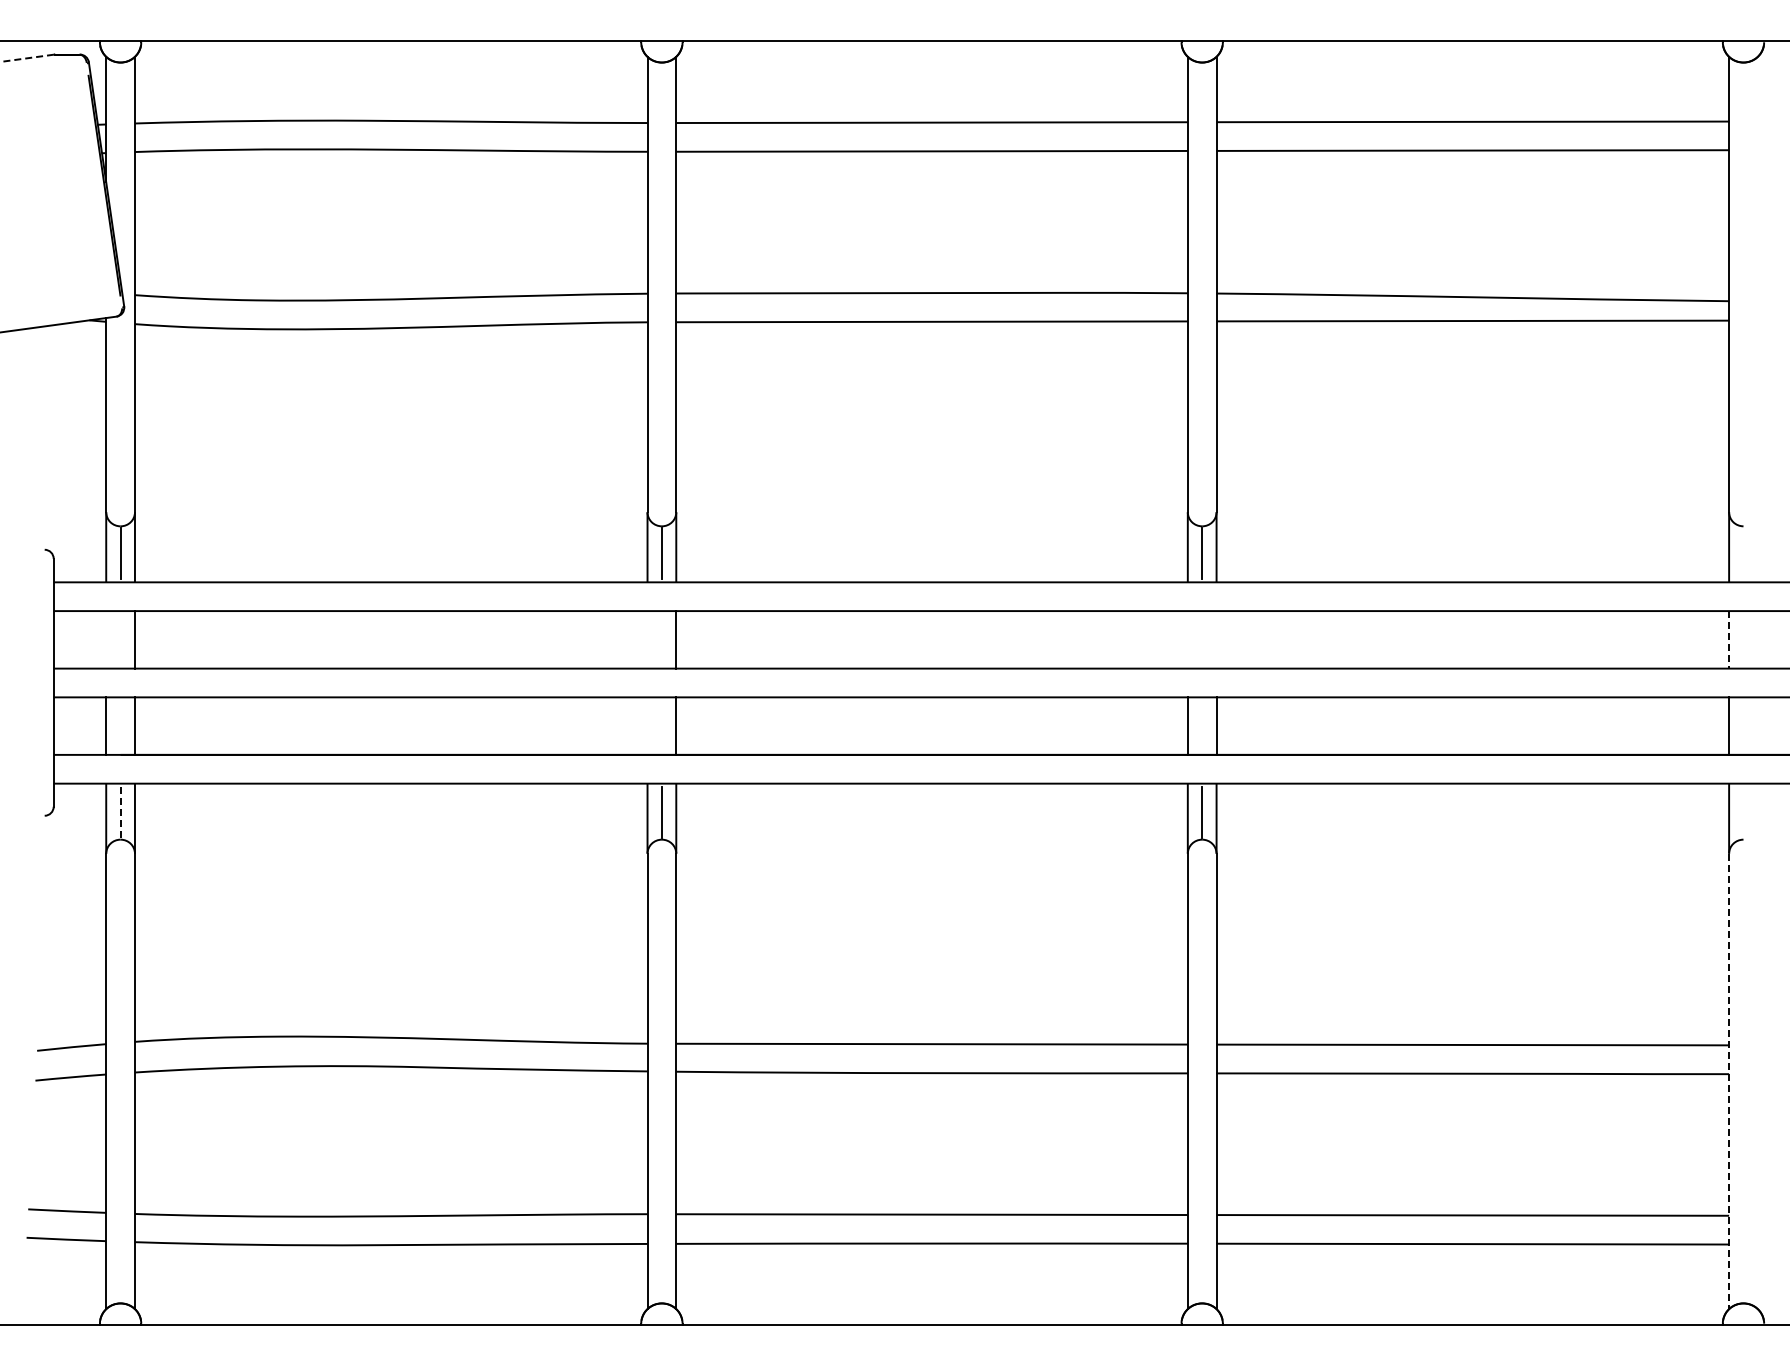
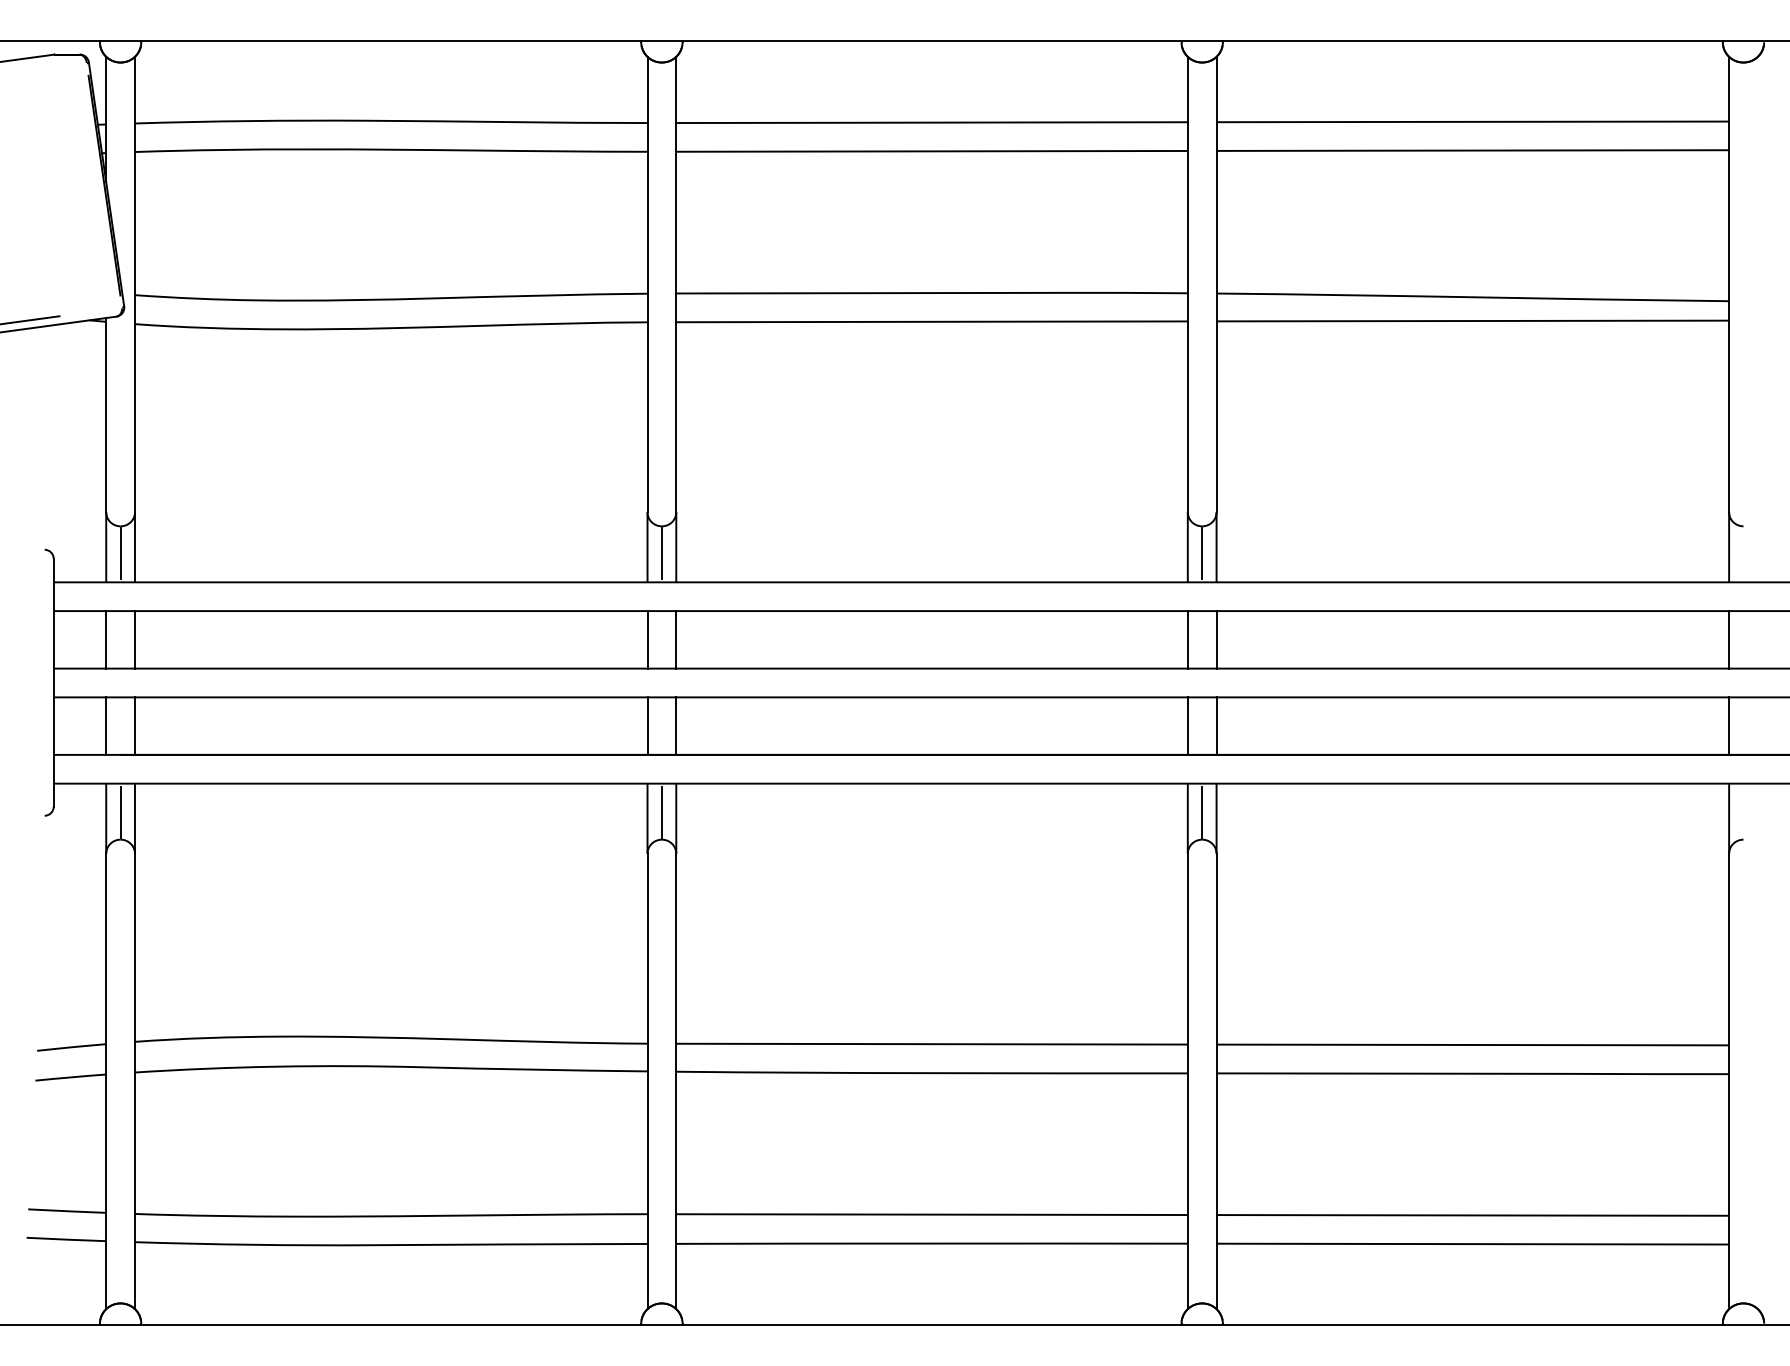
line at (27, 58): dashed -> solid
line at (30, 320): none -> present
line at (106, 639): none -> present
line at (647, 639): none -> present
line at (1187, 639): none -> present
line at (1216, 639): none -> present
line at (1729, 639): dashed -> solid
line at (647, 725): none -> present
line at (120, 812): dashed -> solid
line at (1729, 1081): dashed -> solid
